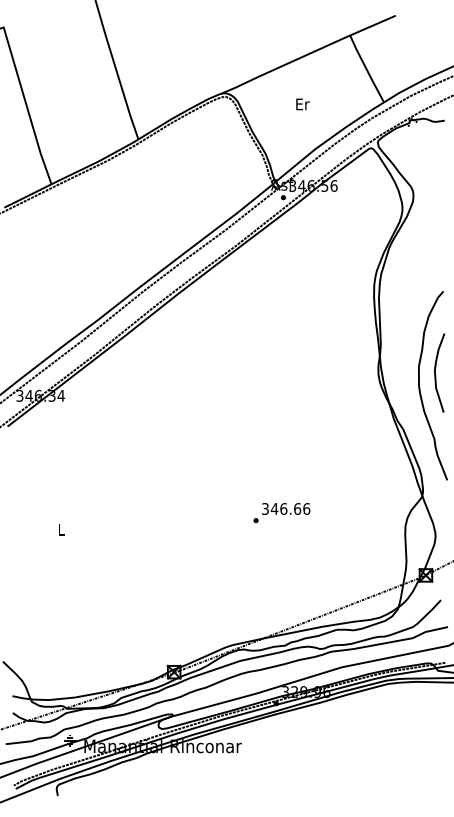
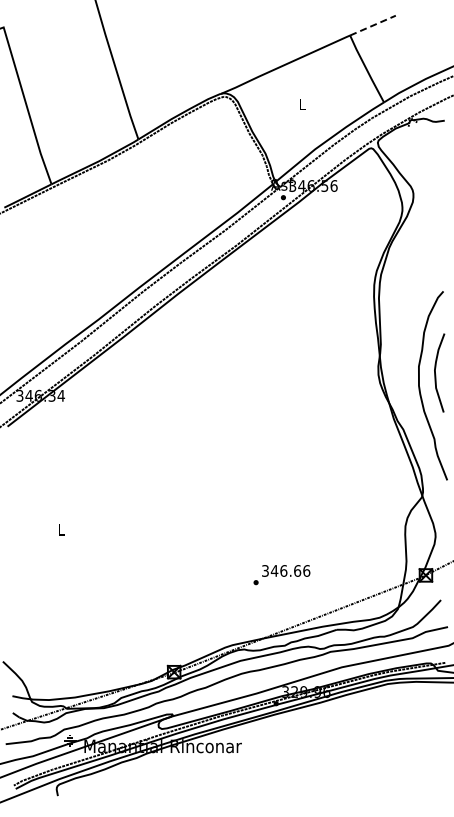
line at (372, 25): solid -> dashed
text at (302, 104): Er -> L
text at (281, 513) position: (281, 513) -> (281, 575)
